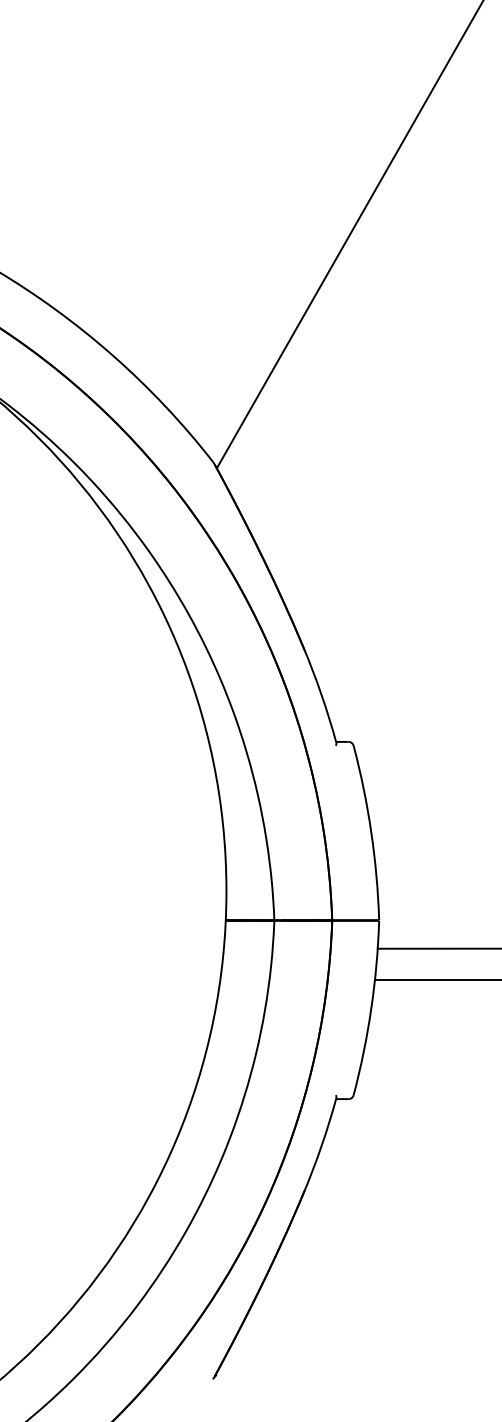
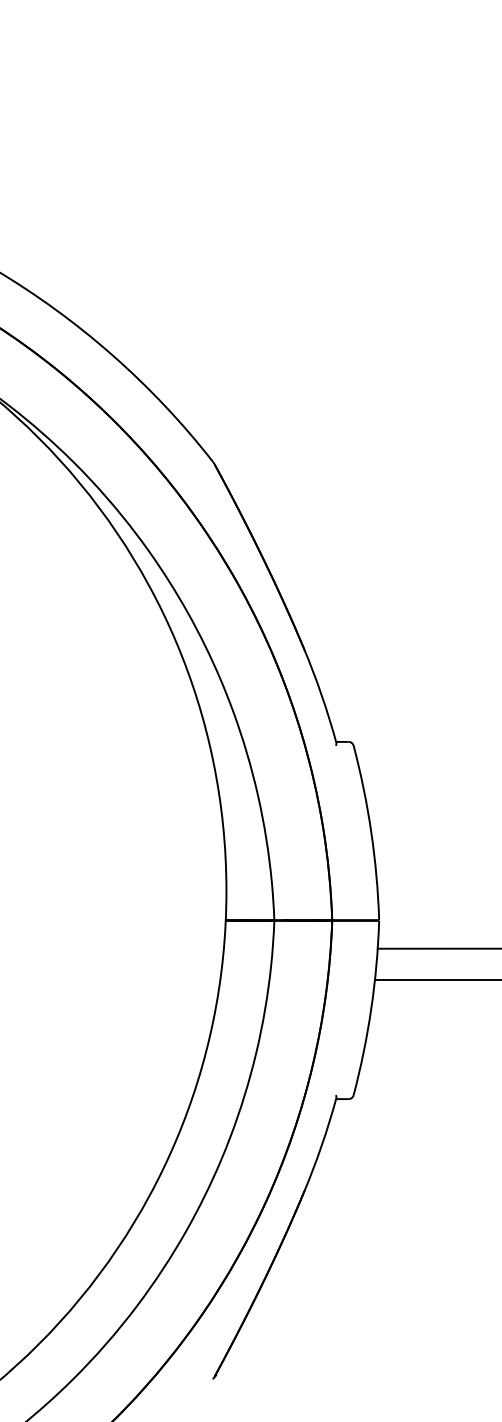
line at (349, 235): present -> none
